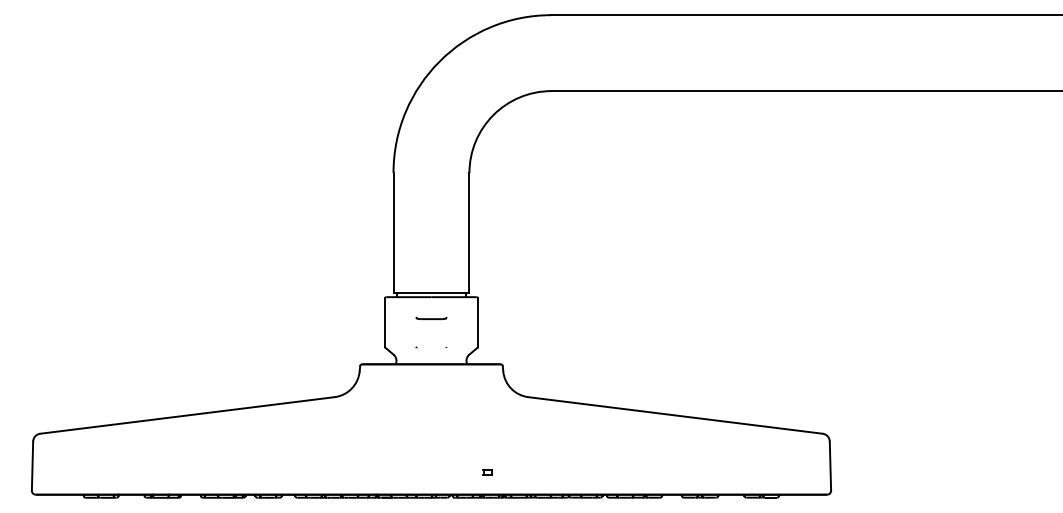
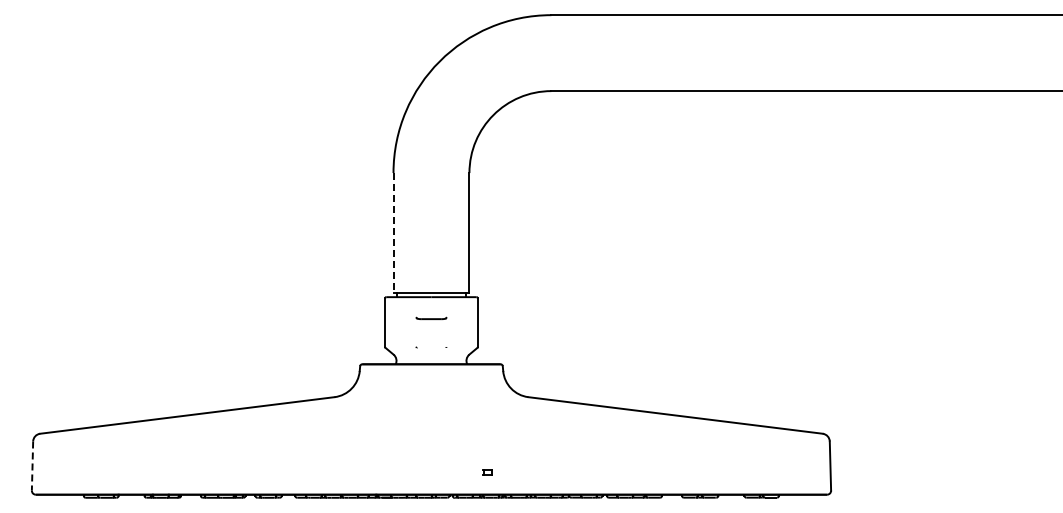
line at (393, 233): solid -> dashed
line at (32, 466): solid -> dashed
